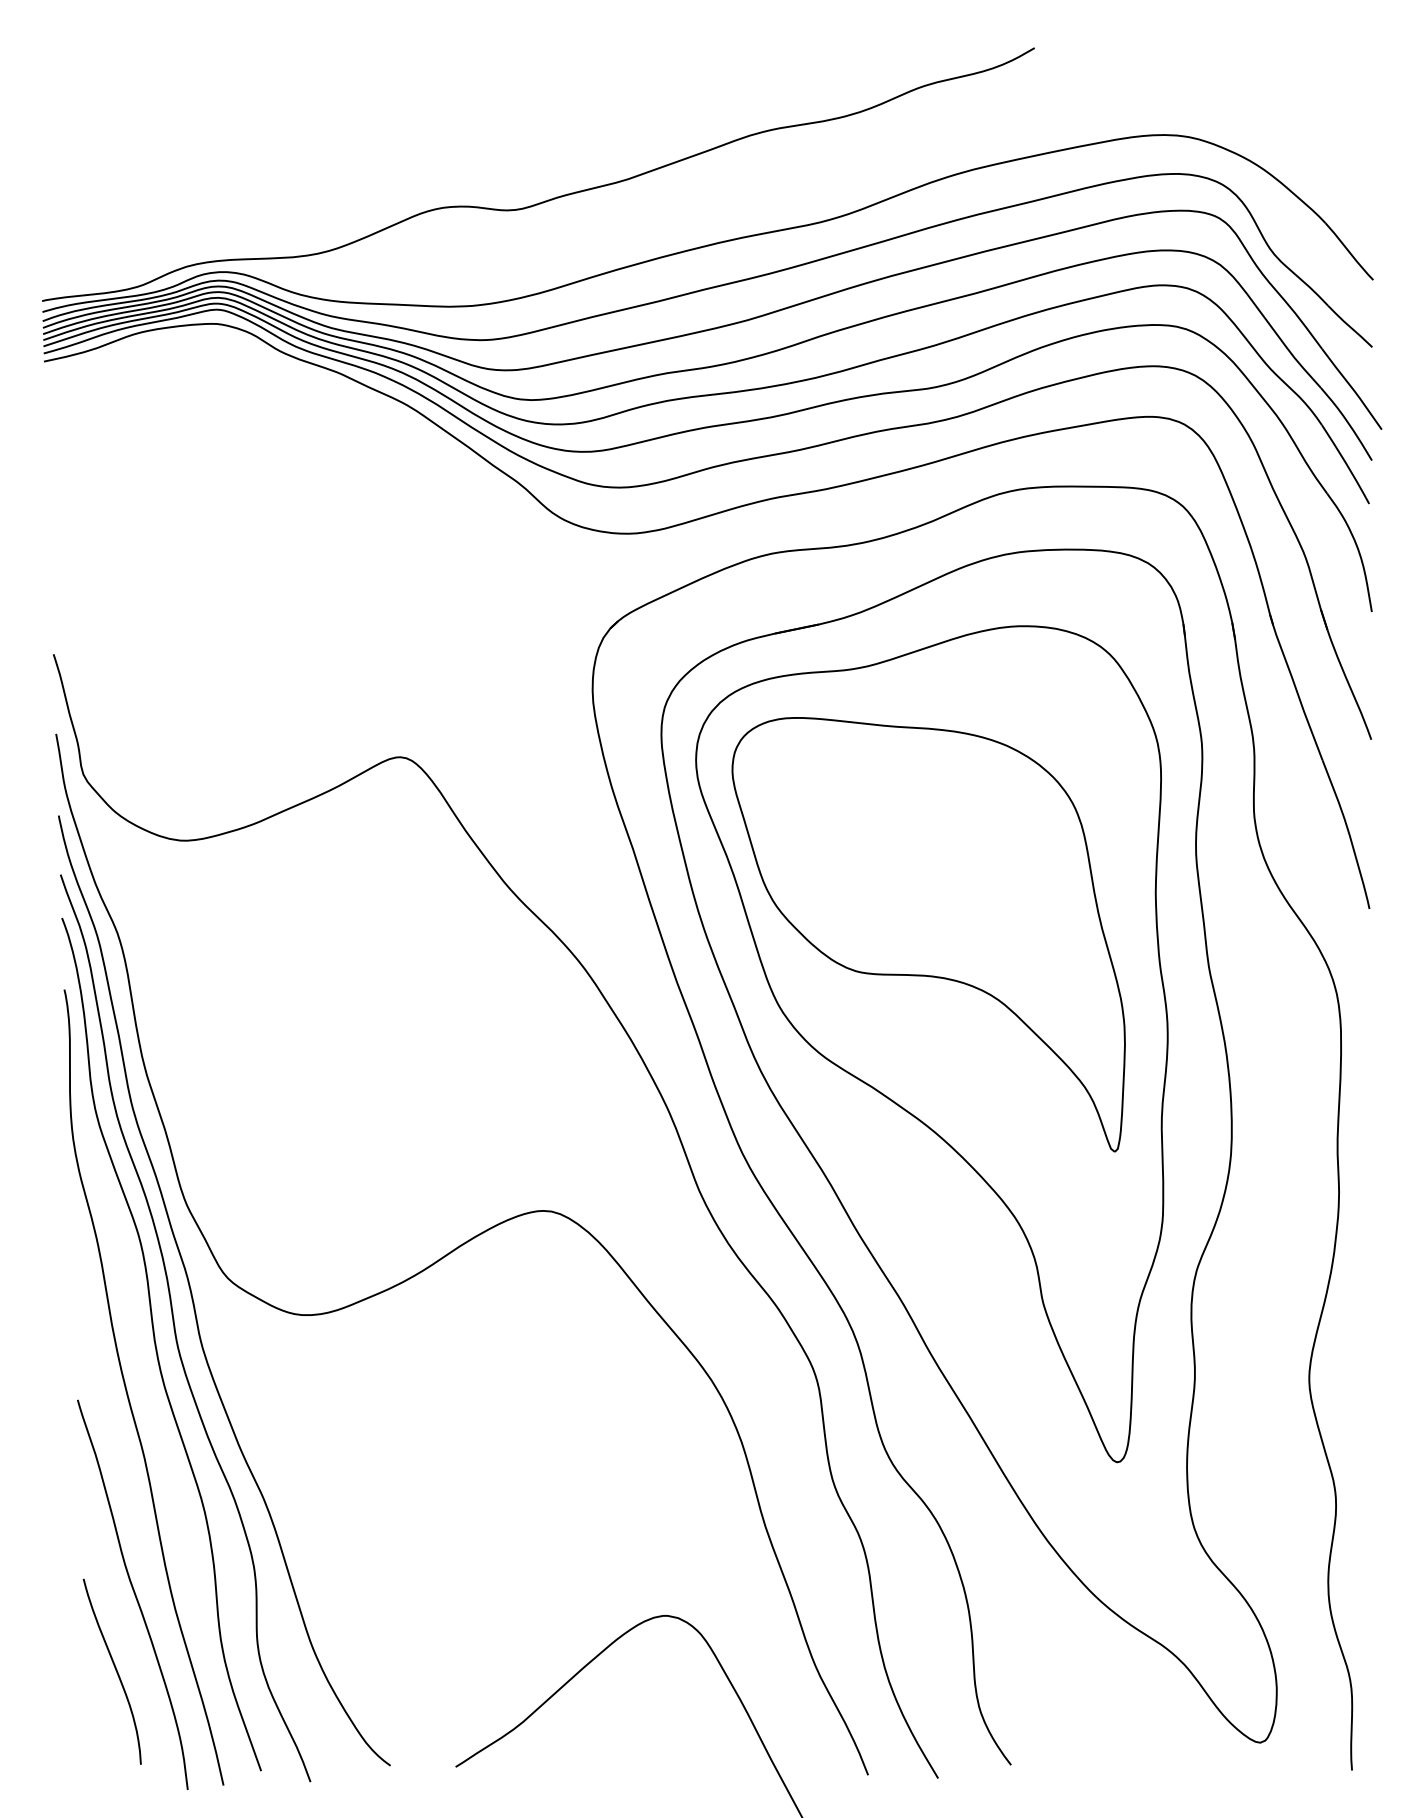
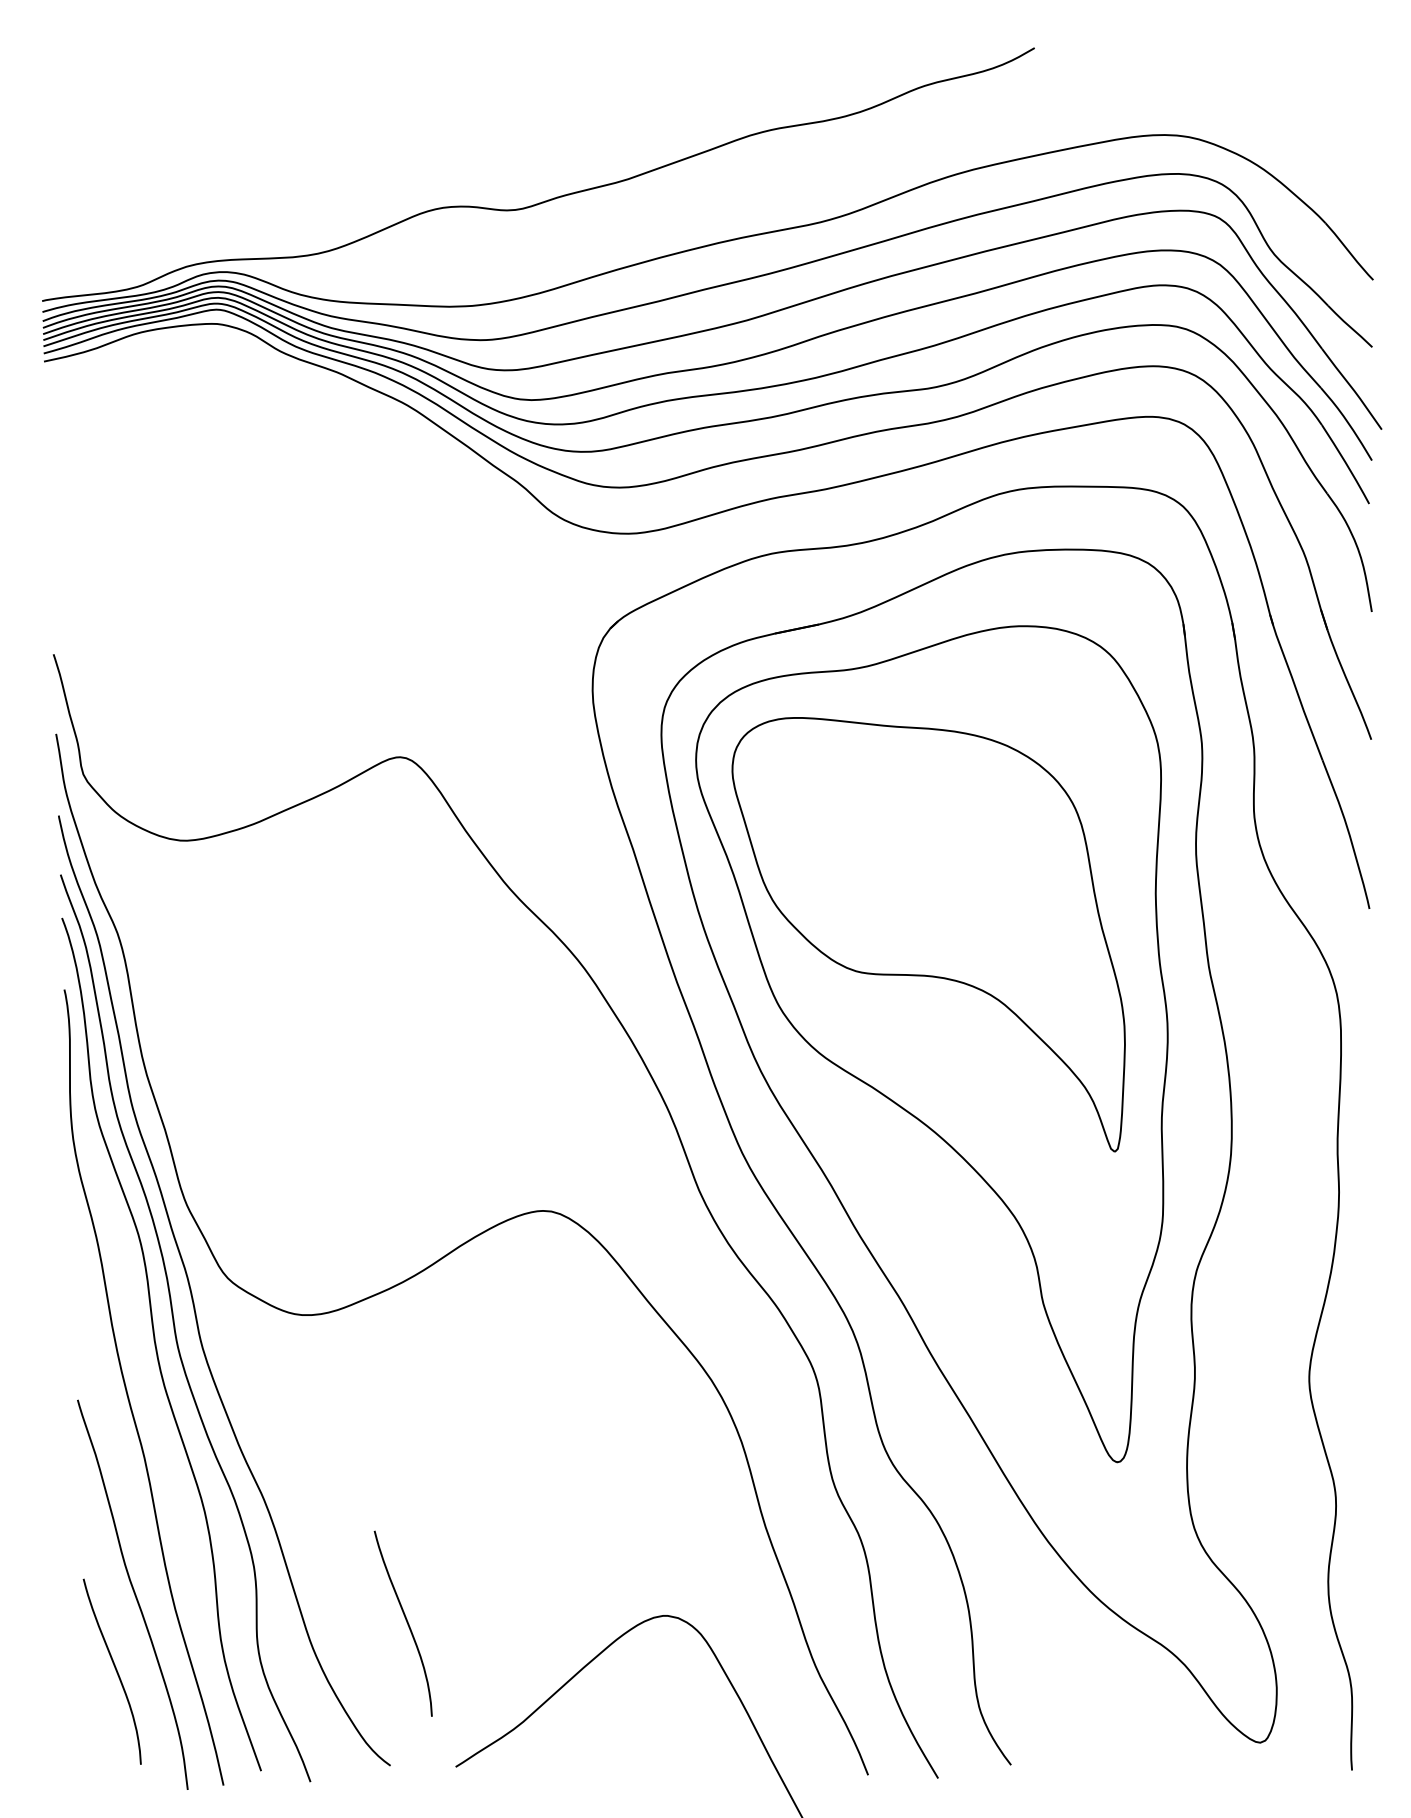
curve at (406, 1622): none -> present
